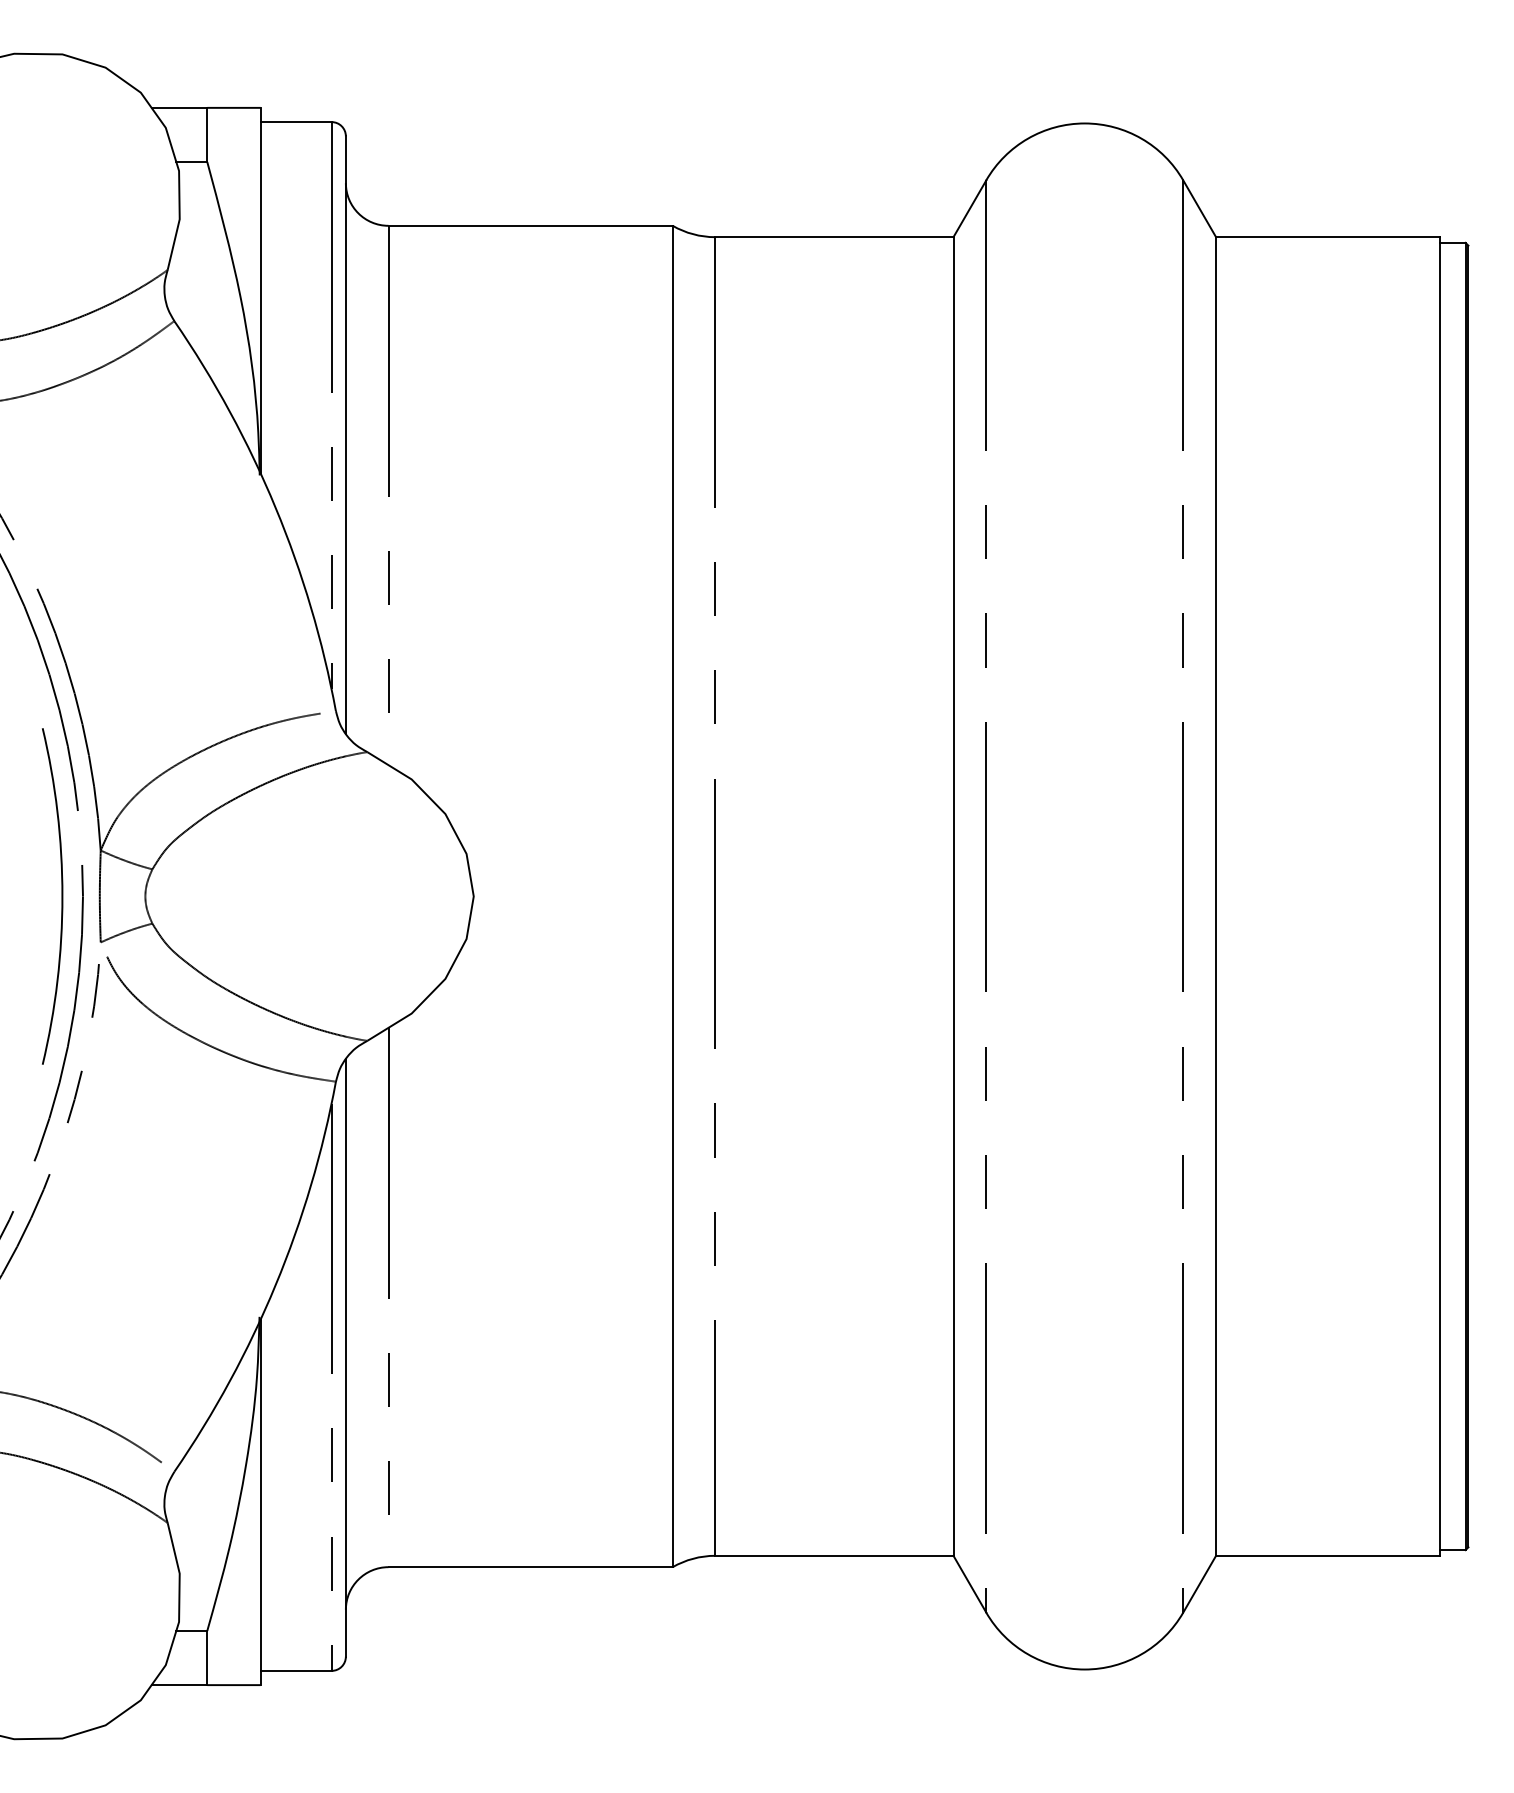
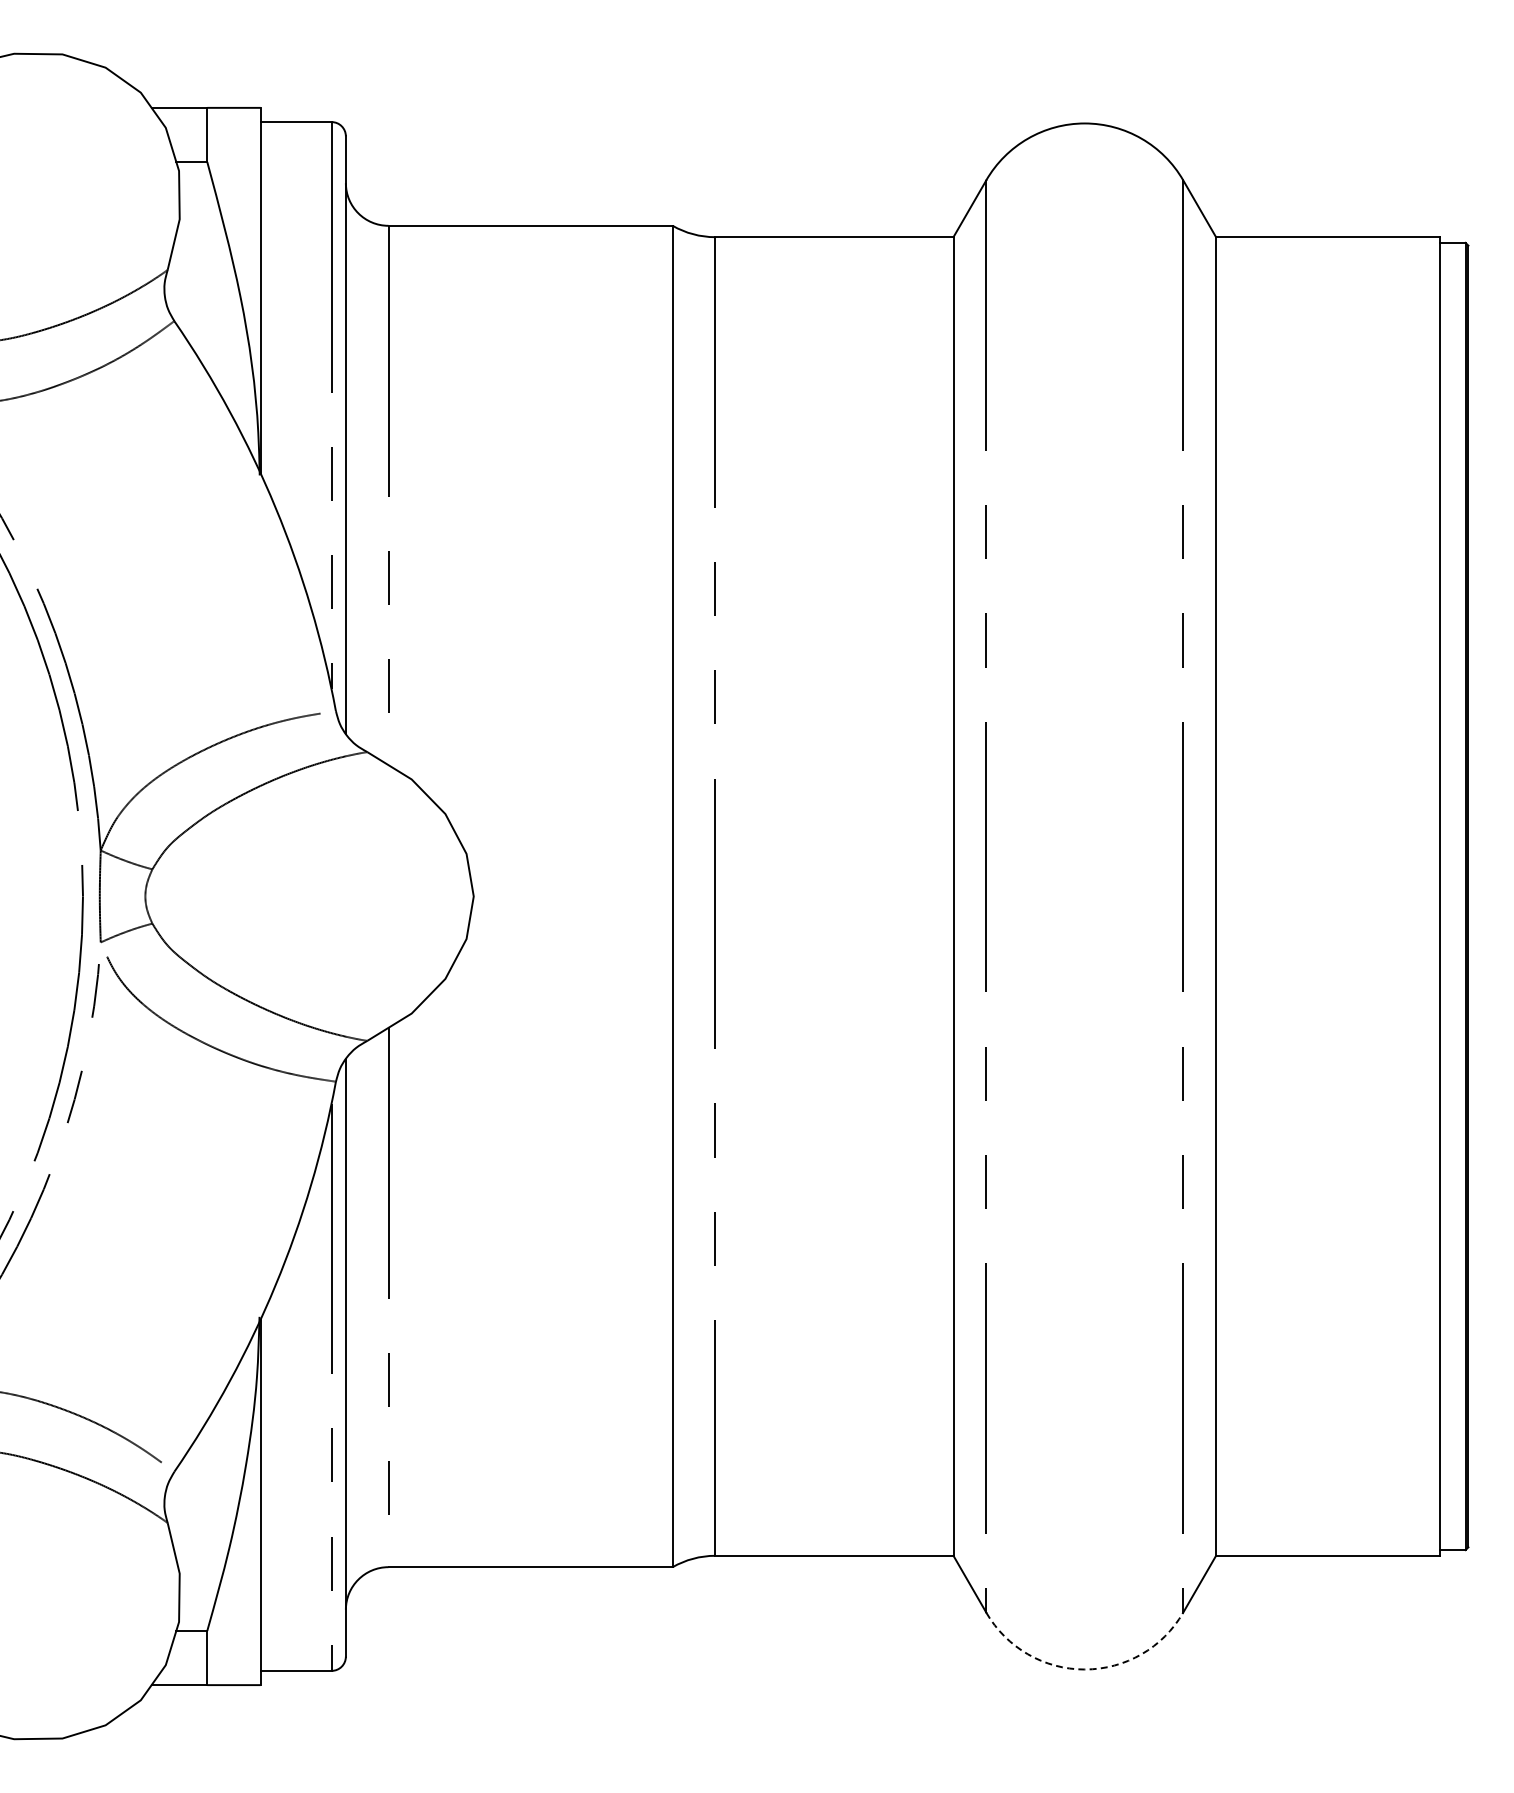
arc at (61, 896): present -> none
arc at (1084, 1669): solid -> dashed
